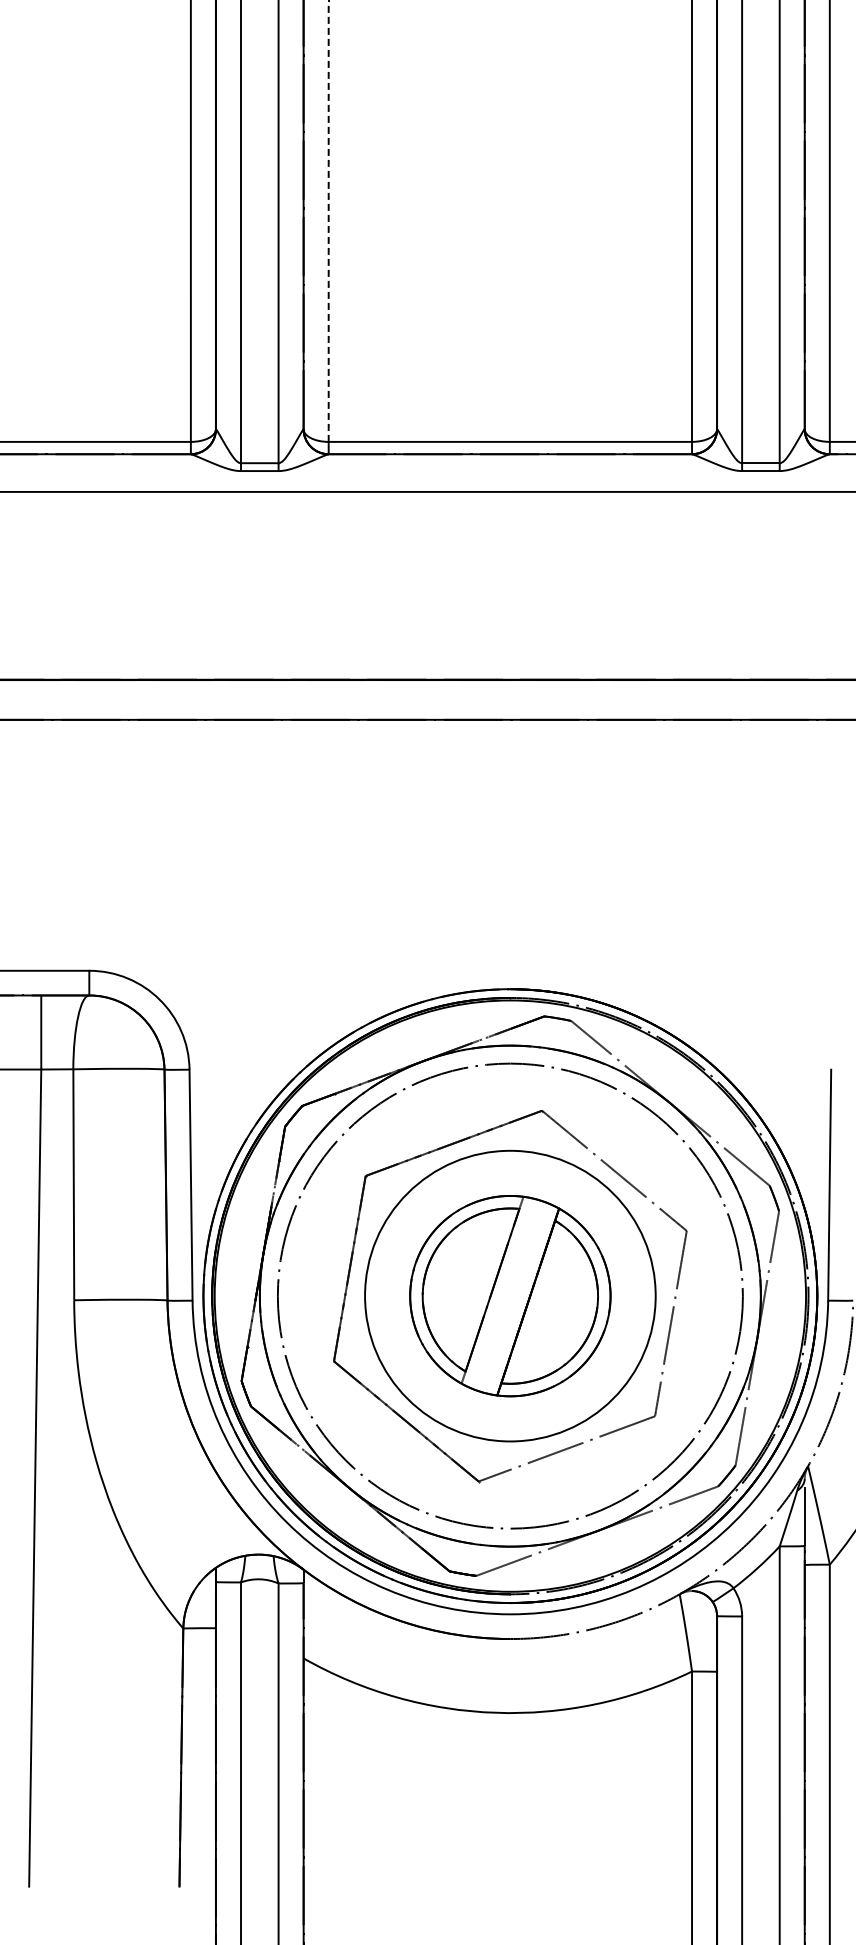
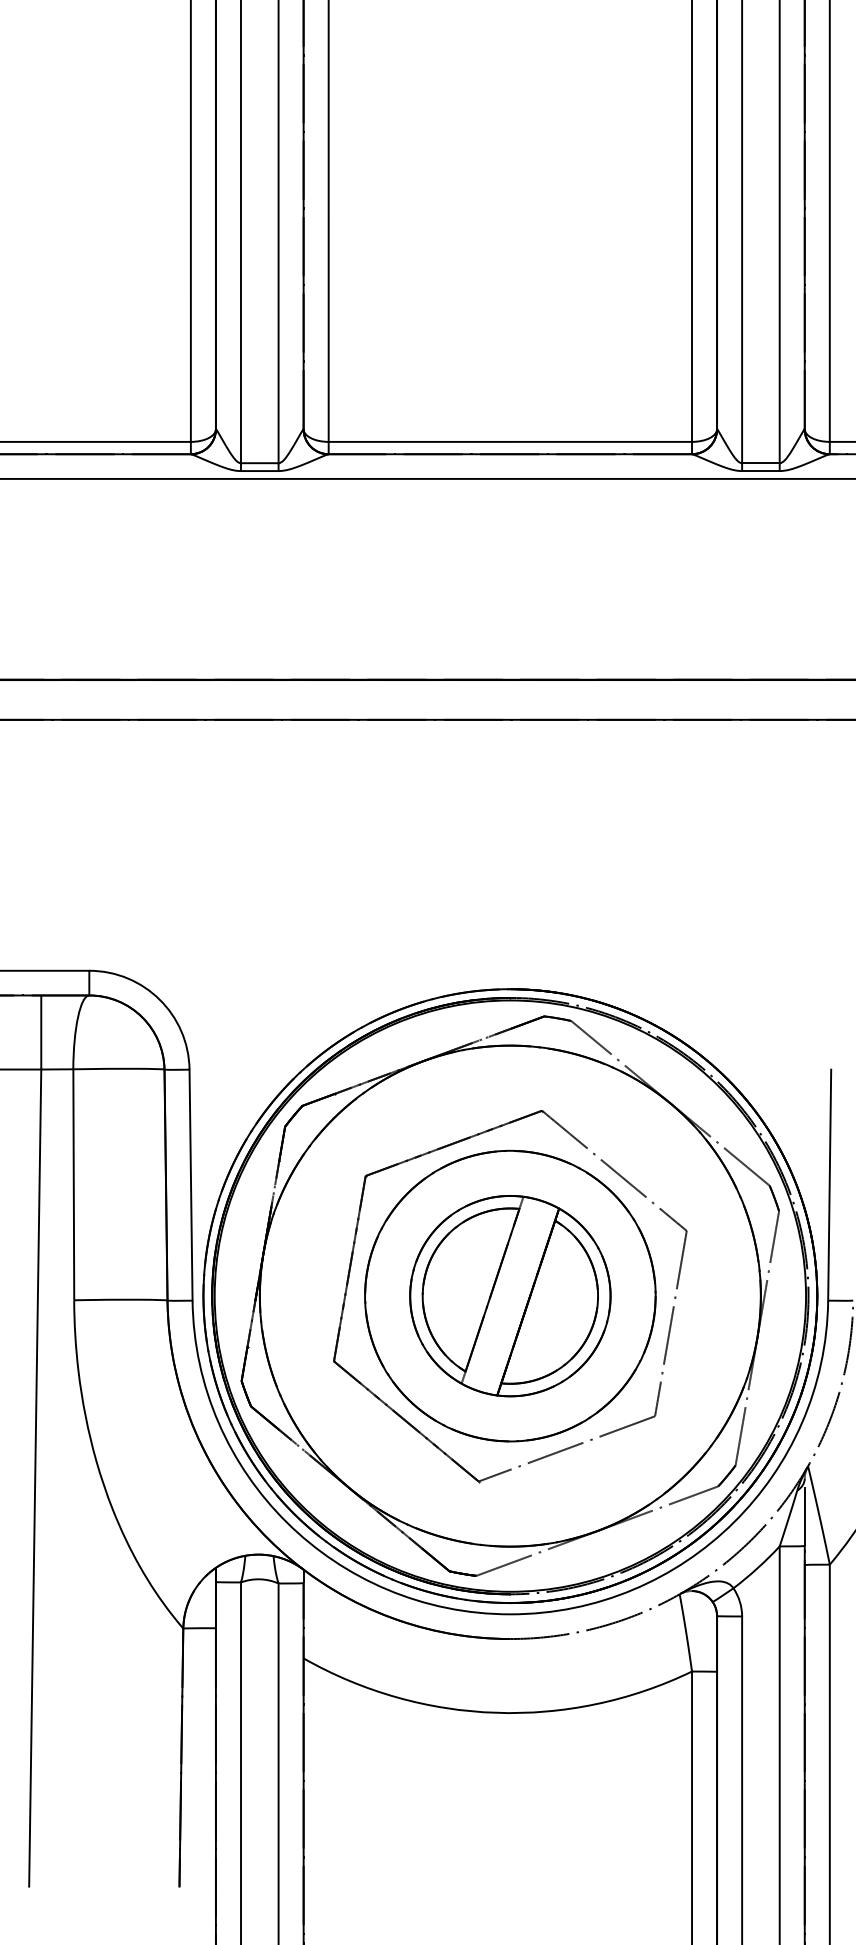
line at (328, 220): dashed -> solid
line at (427, 491) position: (427, 491) -> (427, 478)
circle at (509, 1295) diameter: 465 px -> 291 px
